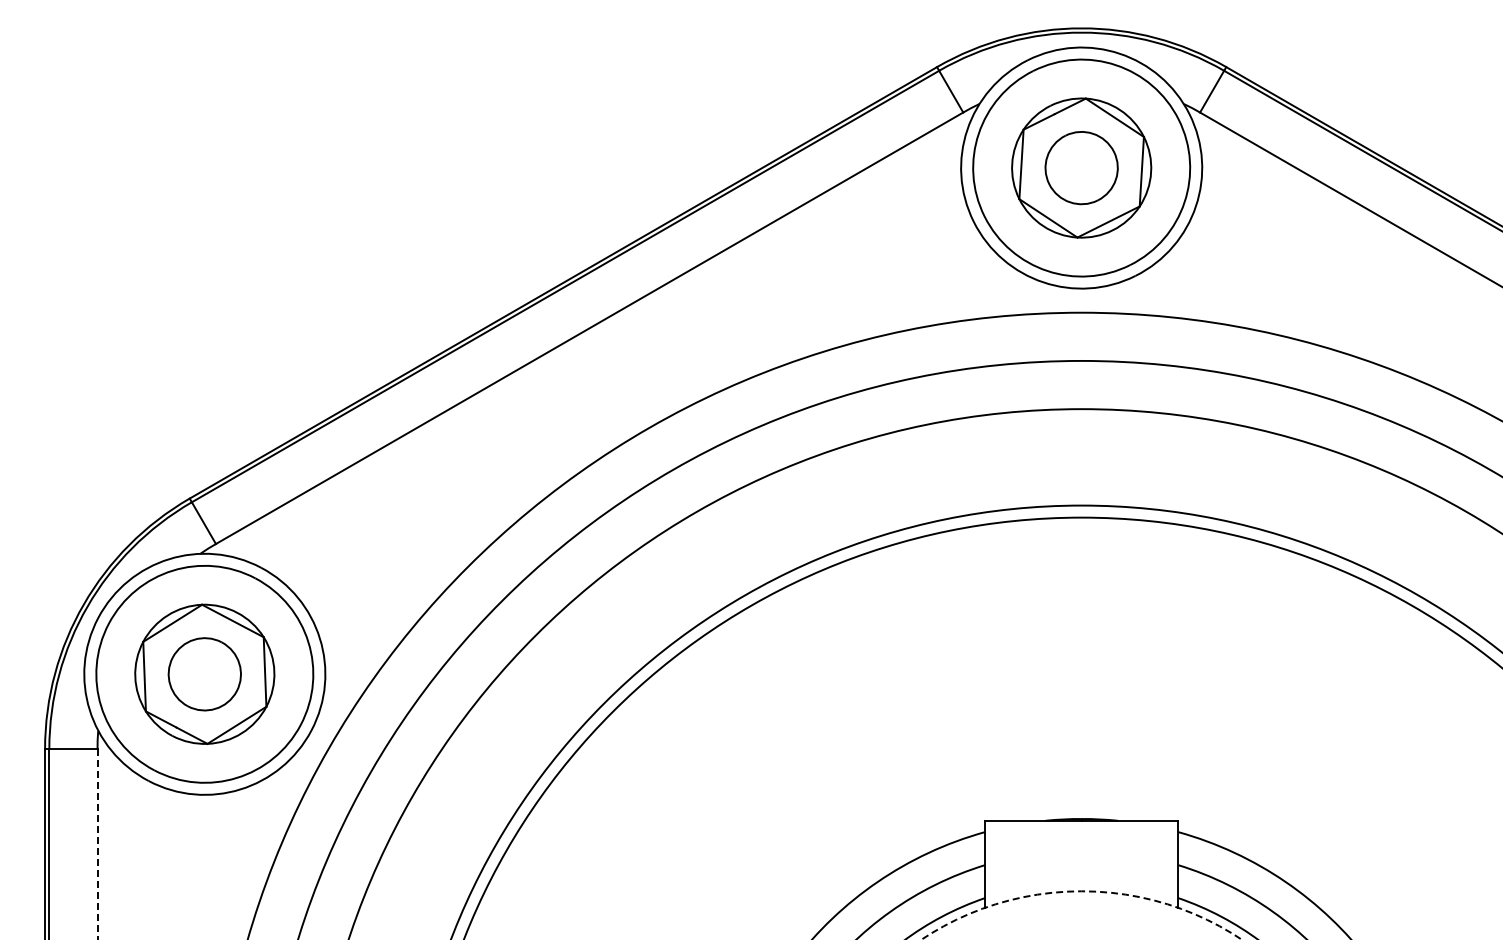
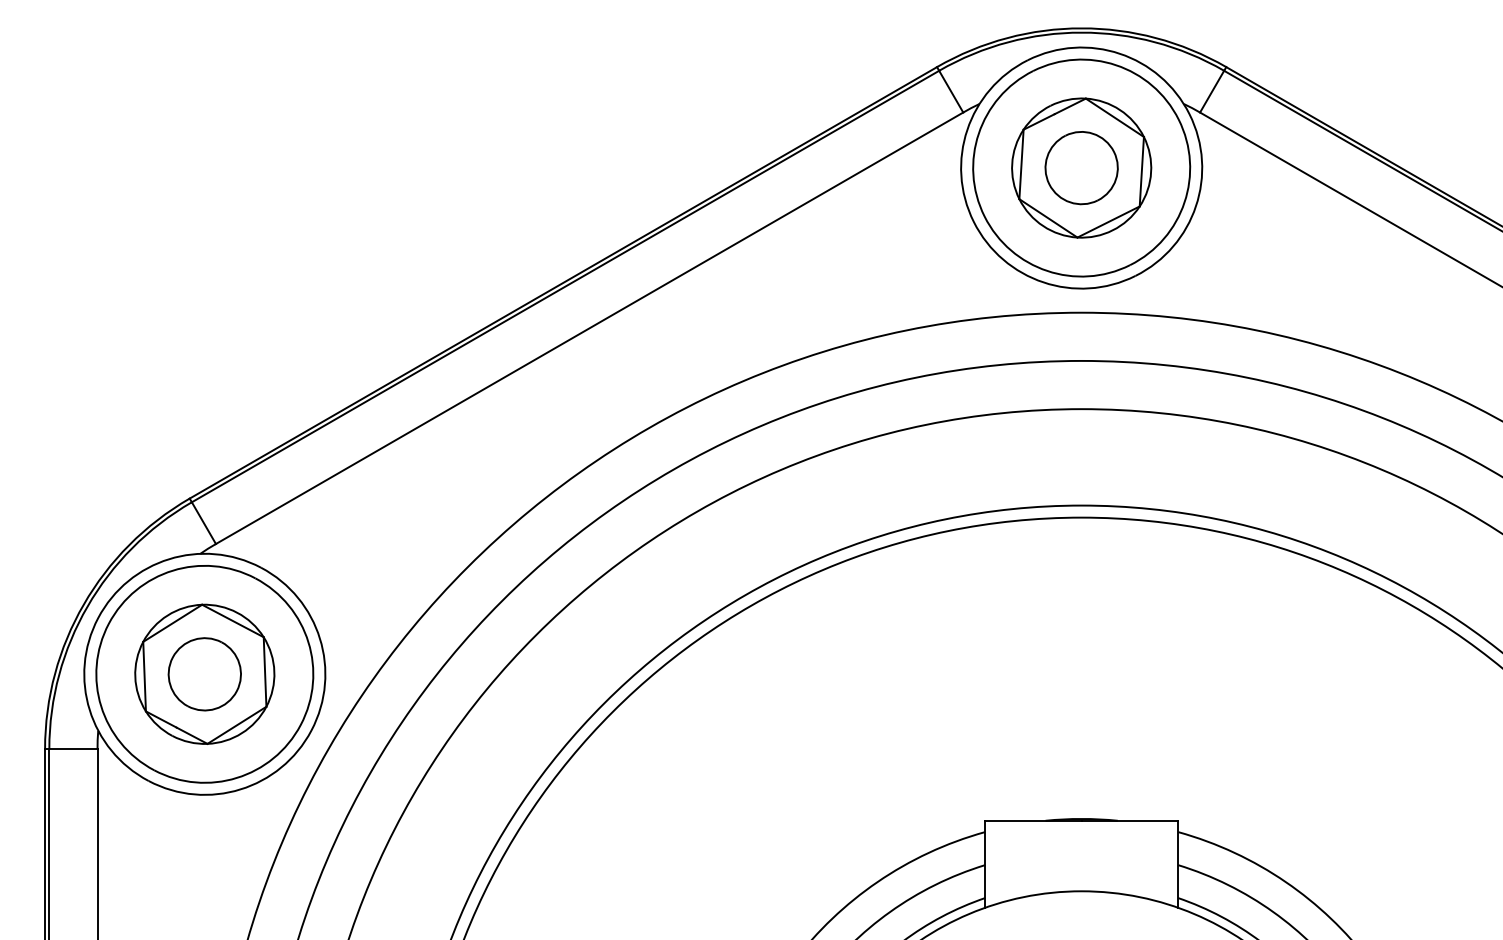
line at (97, 844): dashed -> solid
arc at (1081, 891): dashed -> solid
